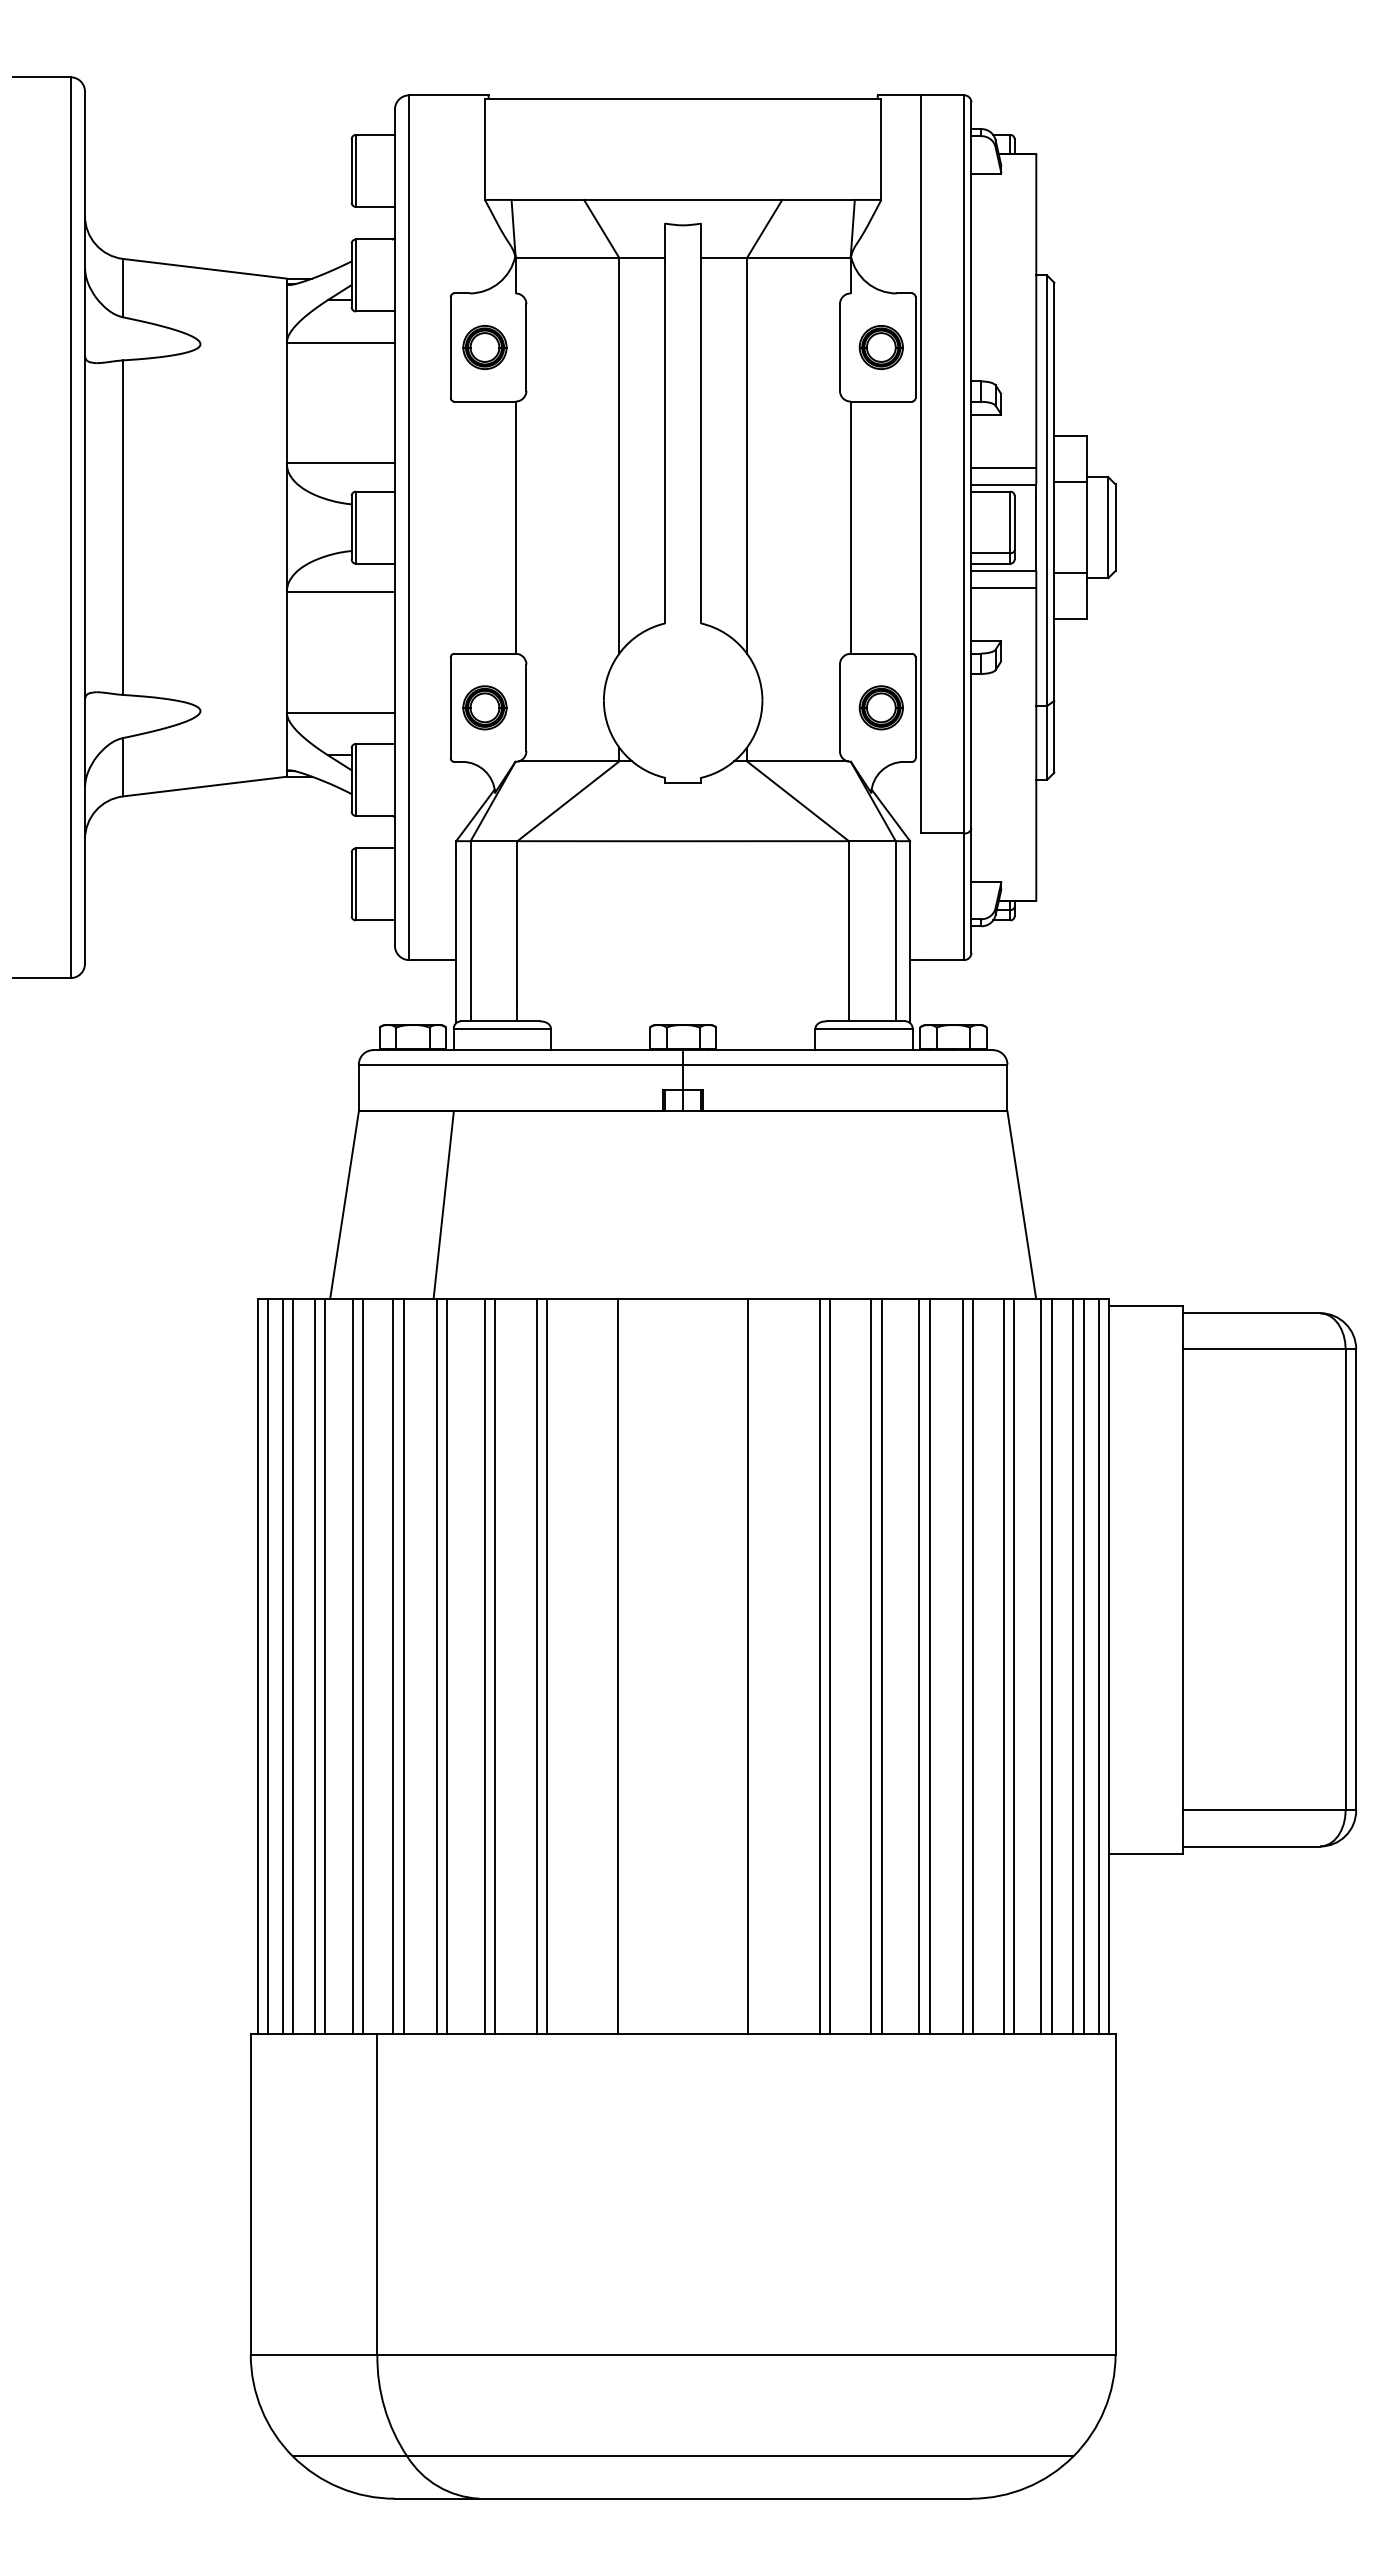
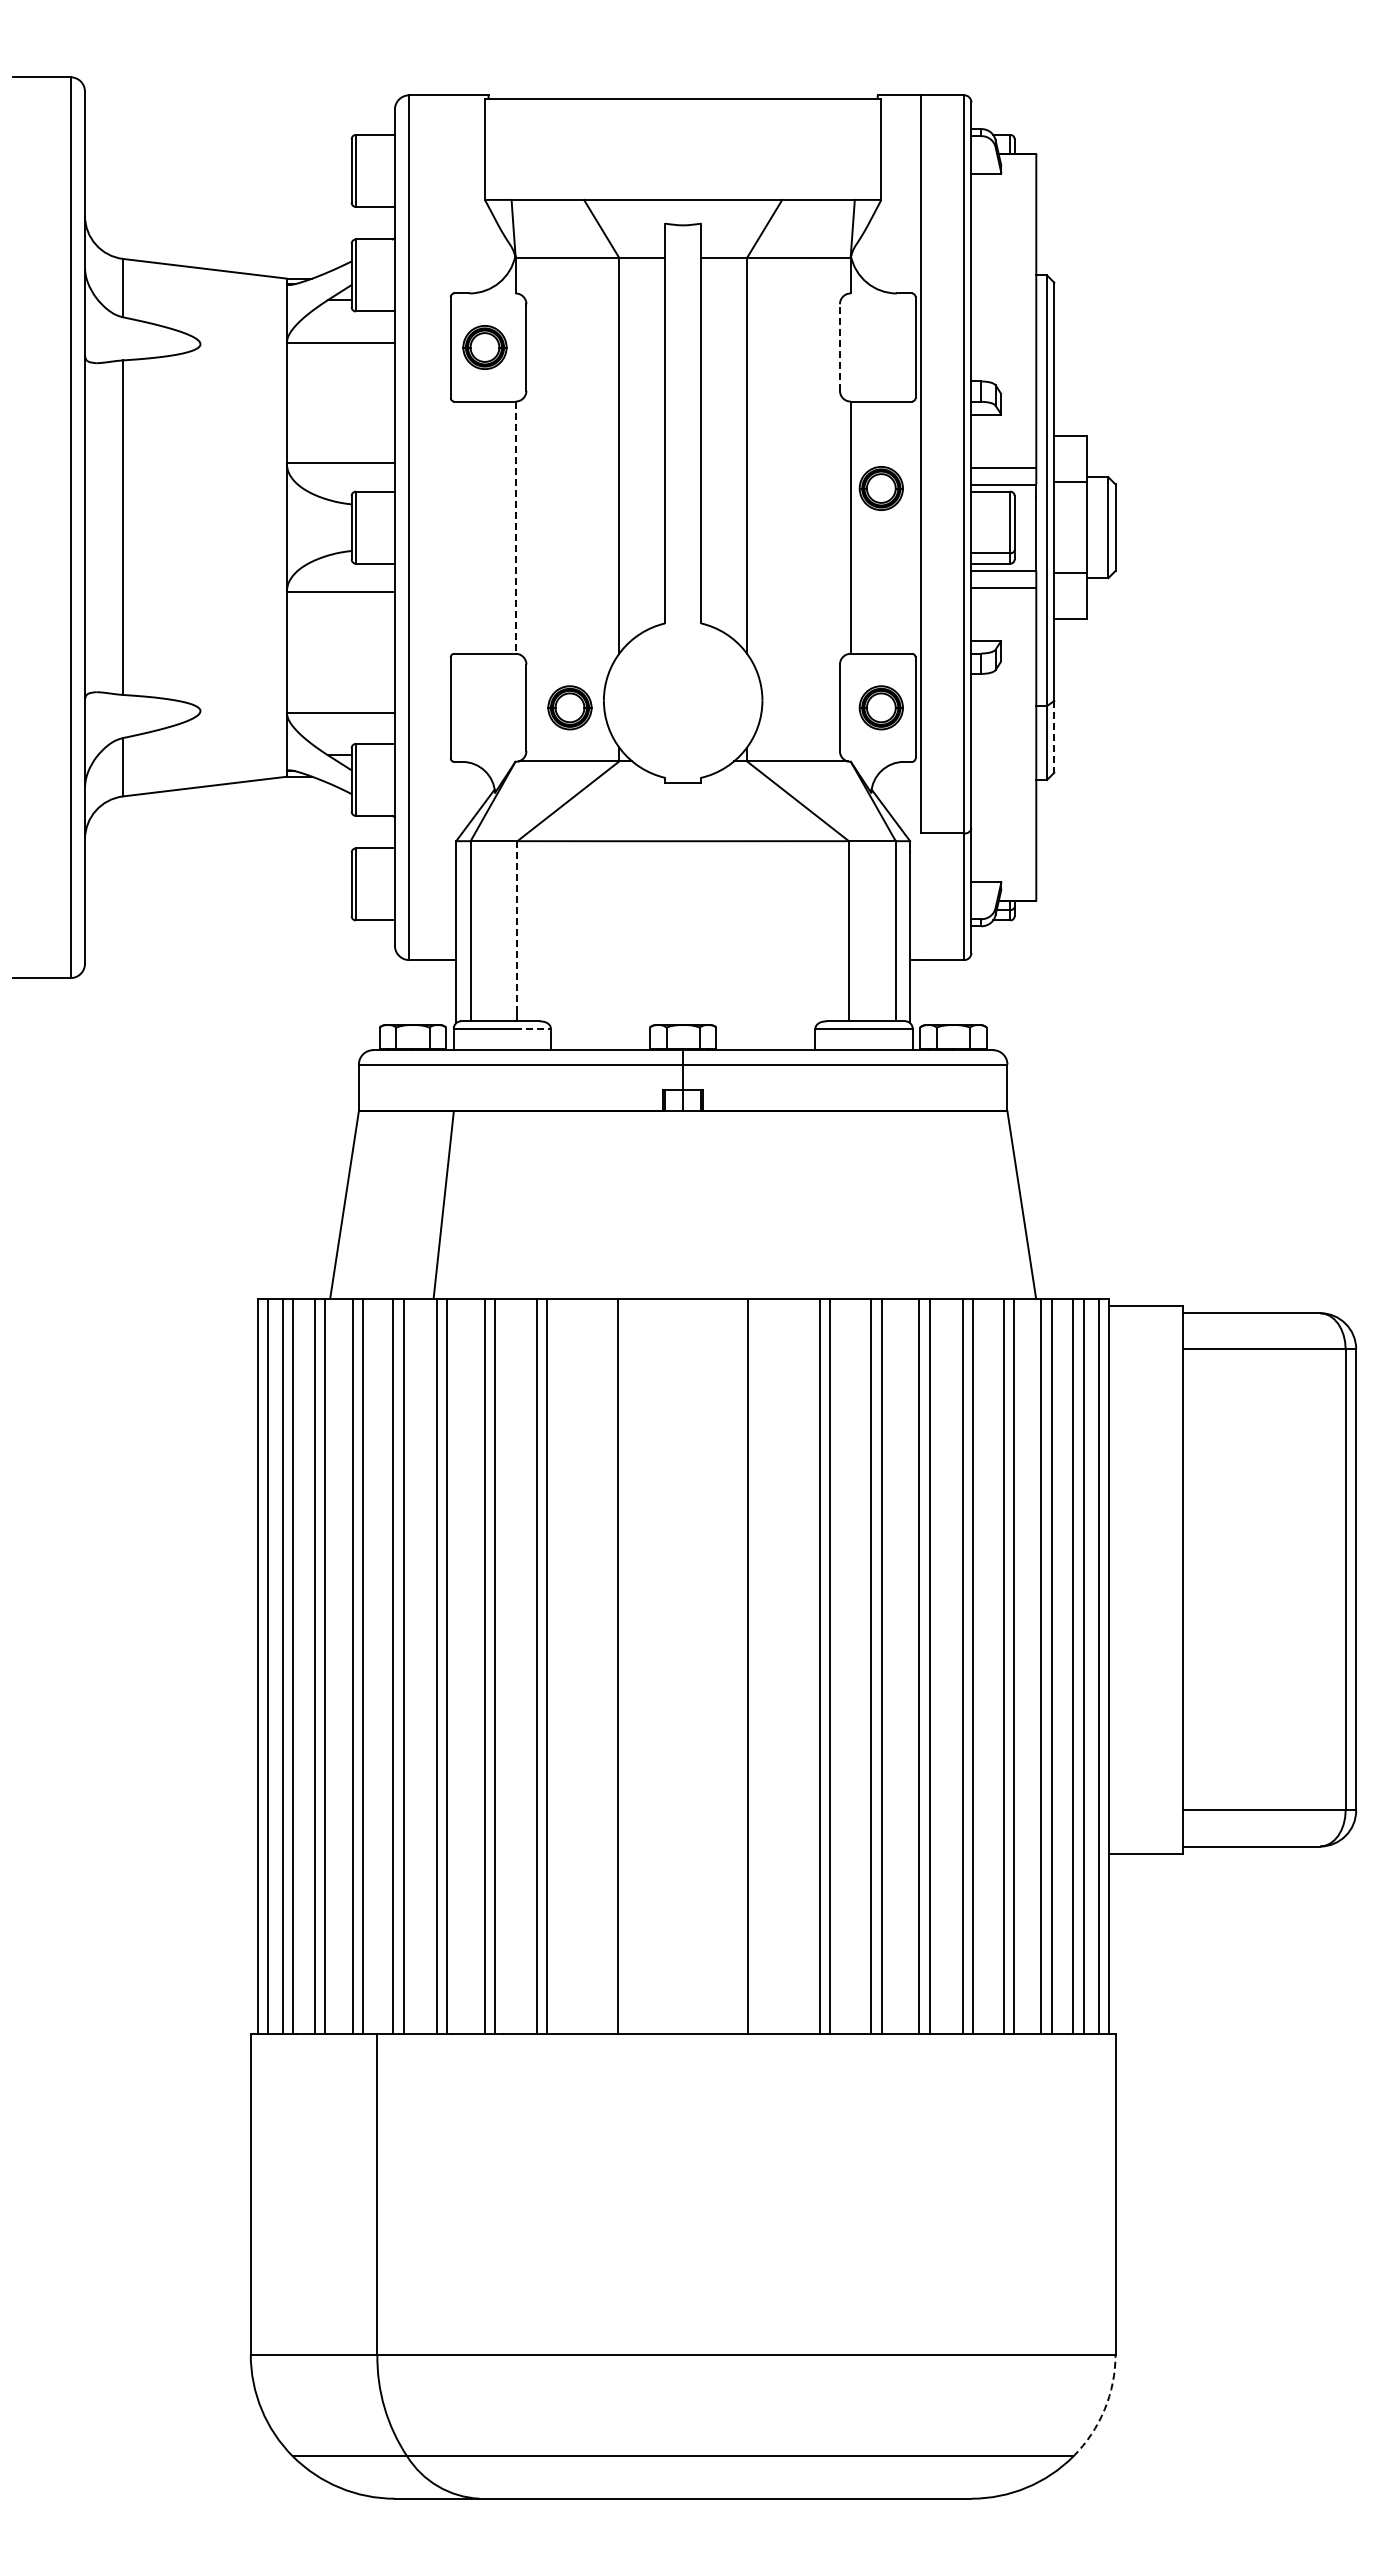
line at (839, 347): solid -> dashed
part at (880, 347) position: (880, 347) -> (880, 488)
line at (515, 528): solid -> dashed
part at (484, 707) position: (484, 707) -> (569, 707)
line at (1054, 736): solid -> dashed
line at (517, 924): solid -> dashed
line at (532, 1028): solid -> dashed
arc at (1104, 2409): solid -> dashed
